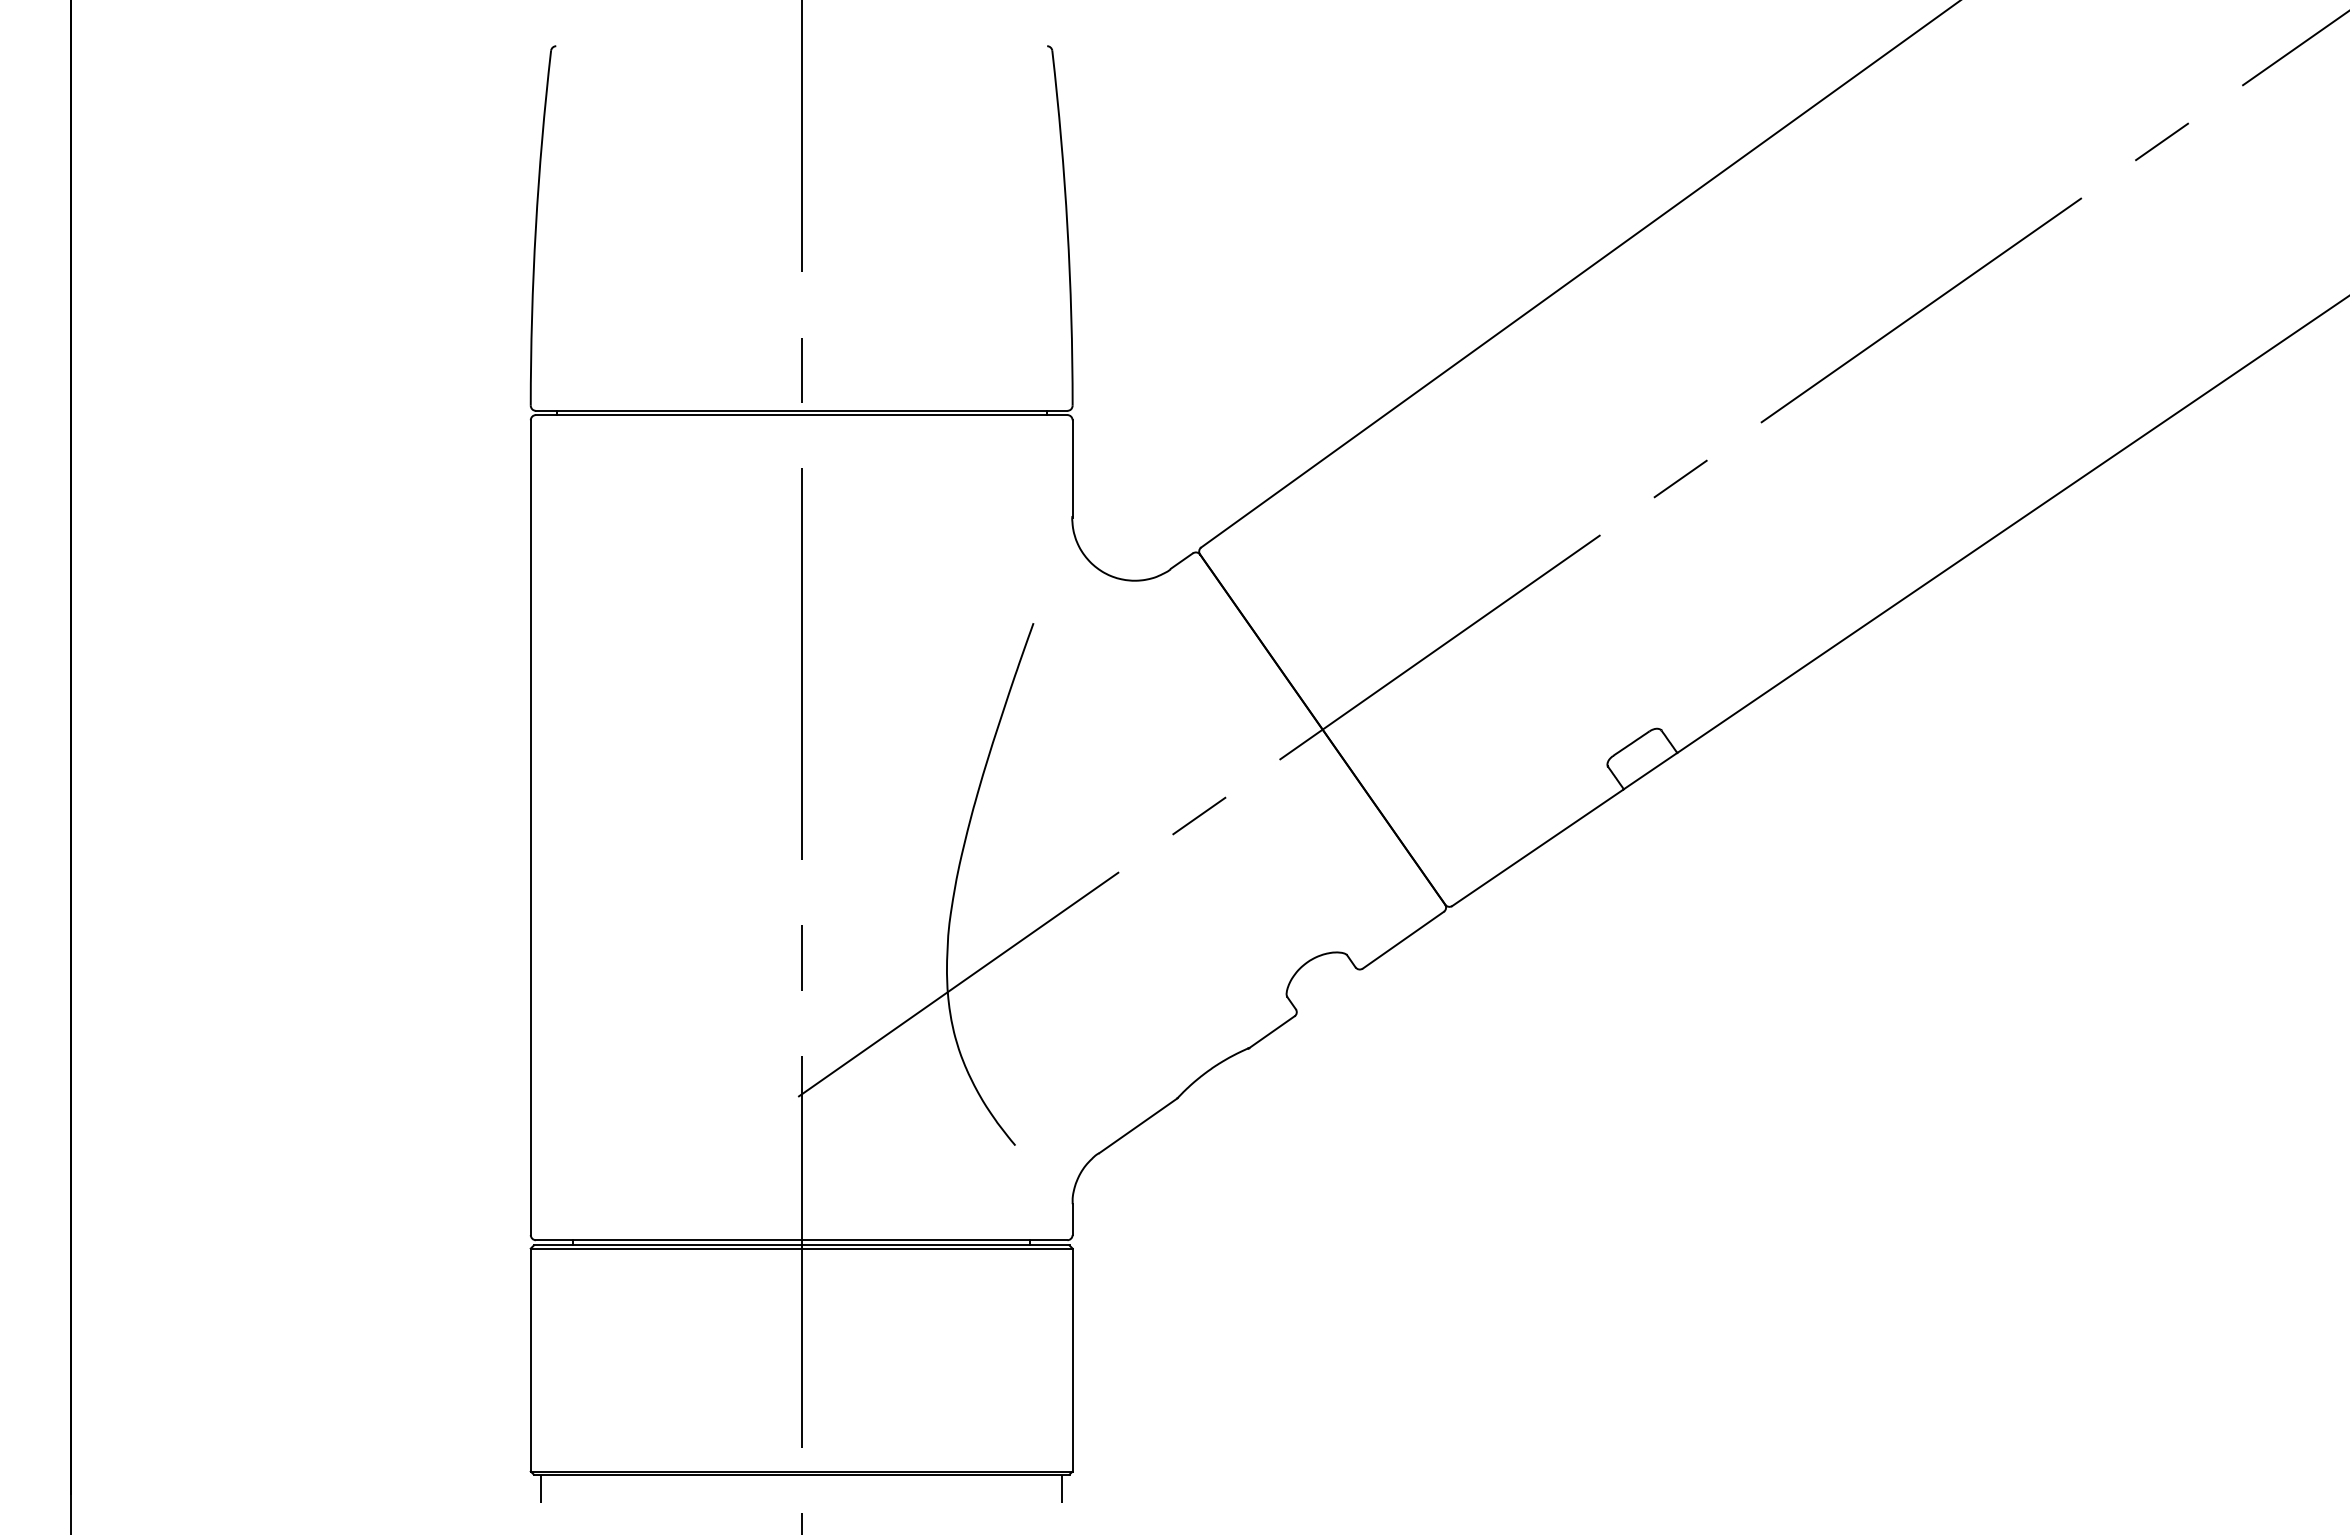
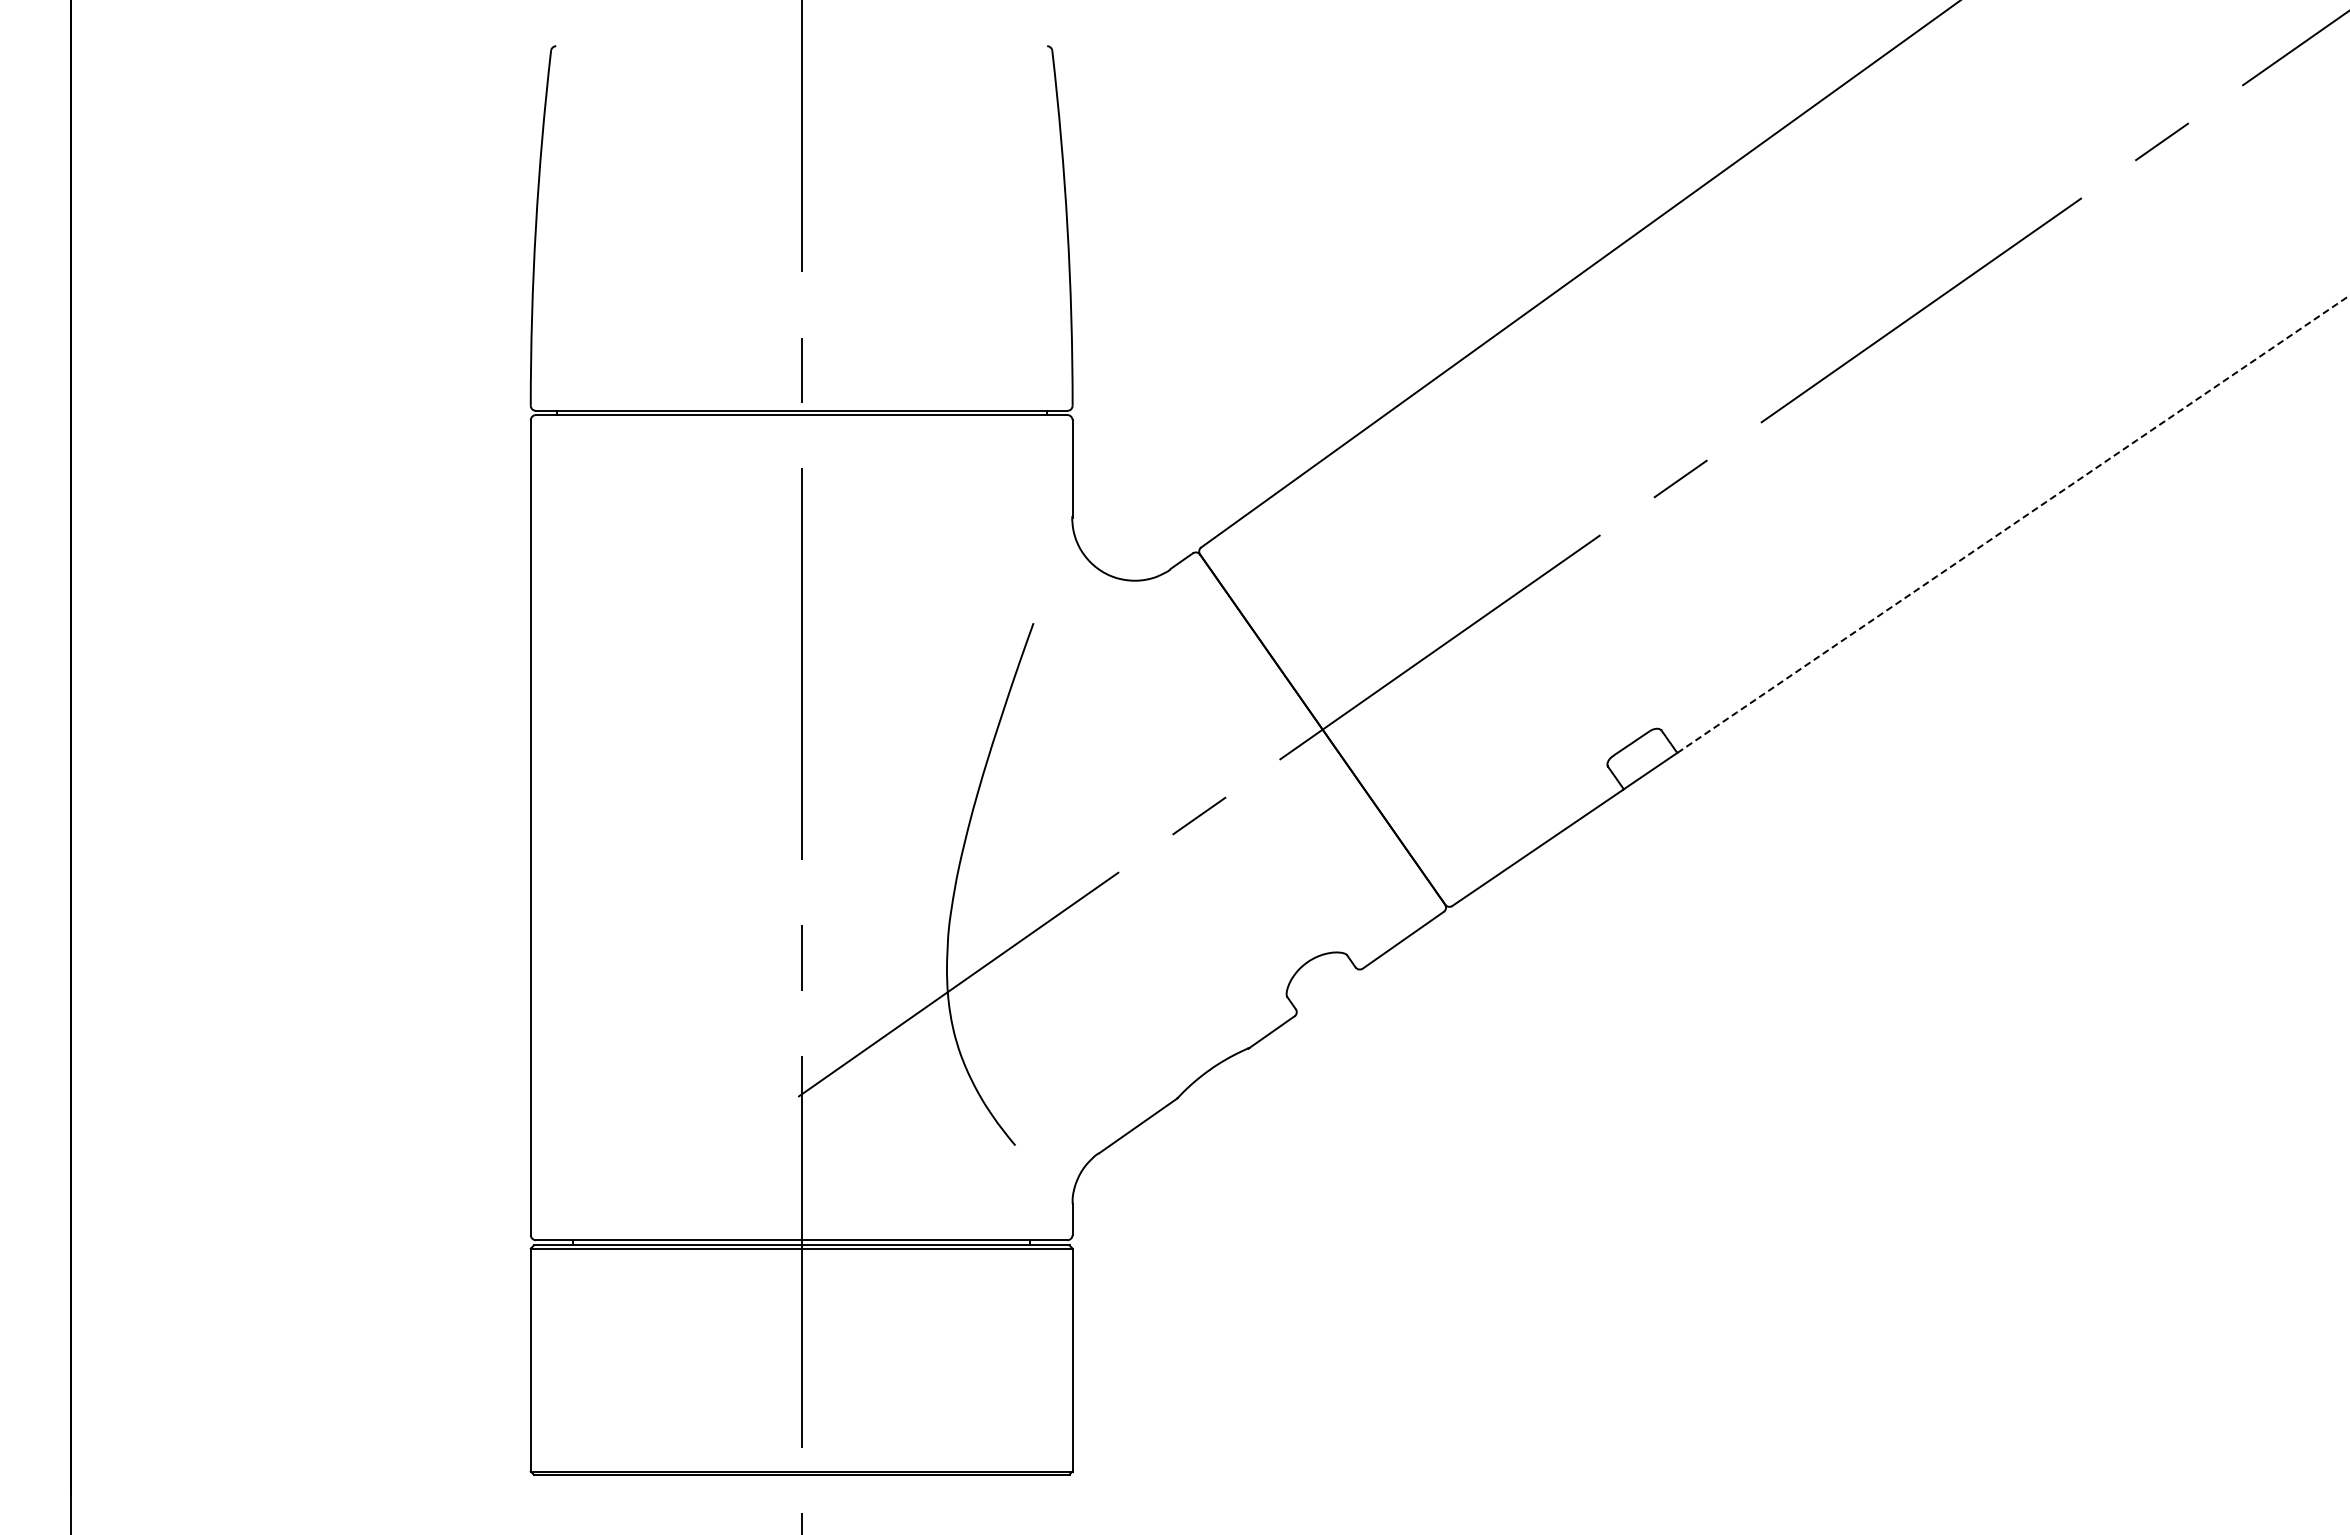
line at (2013, 524): solid -> dashed
line at (541, 1488): present -> none
line at (1062, 1488): present -> none
